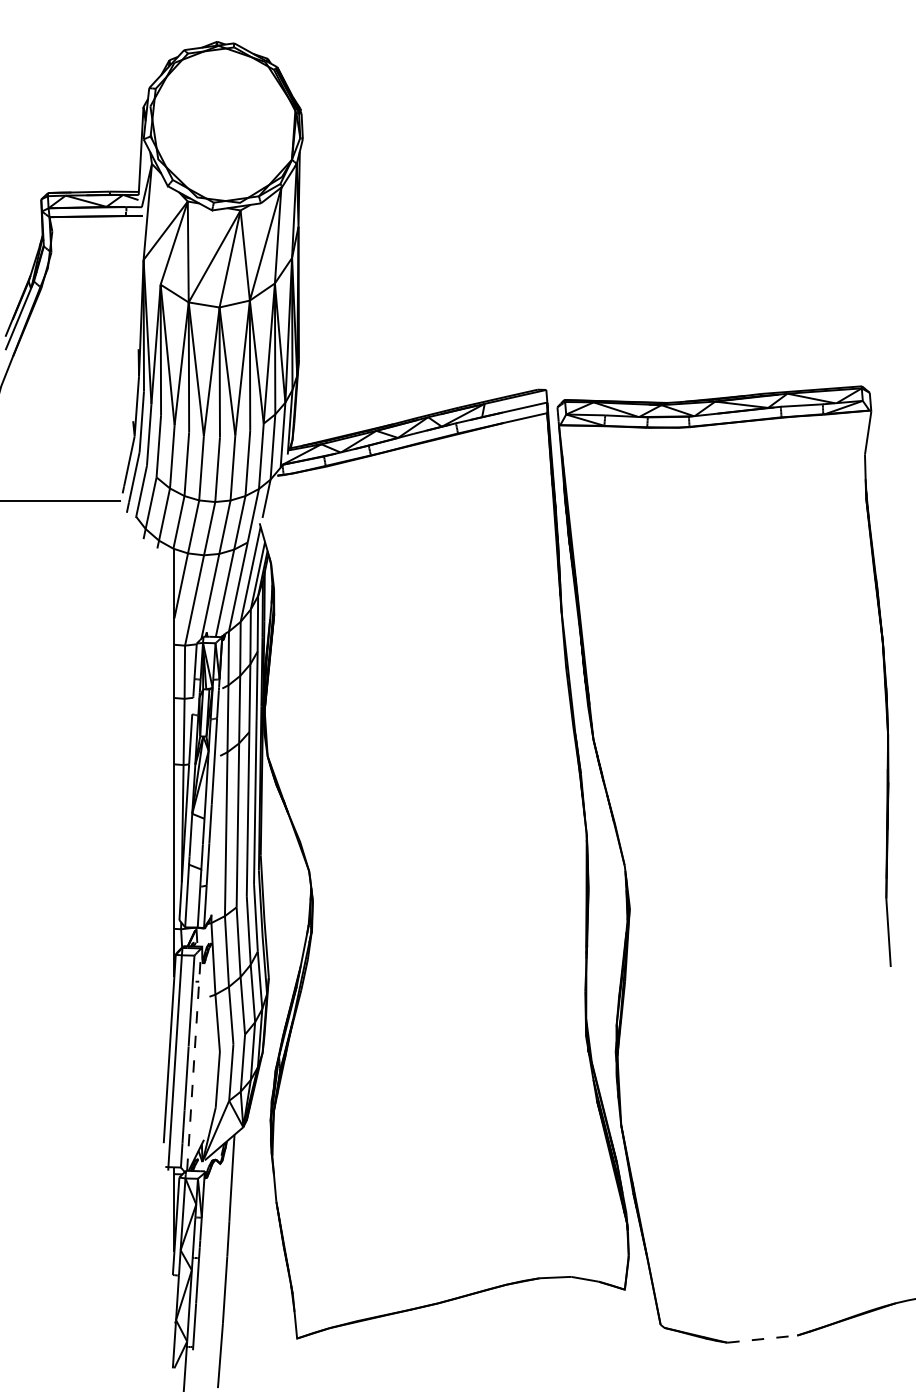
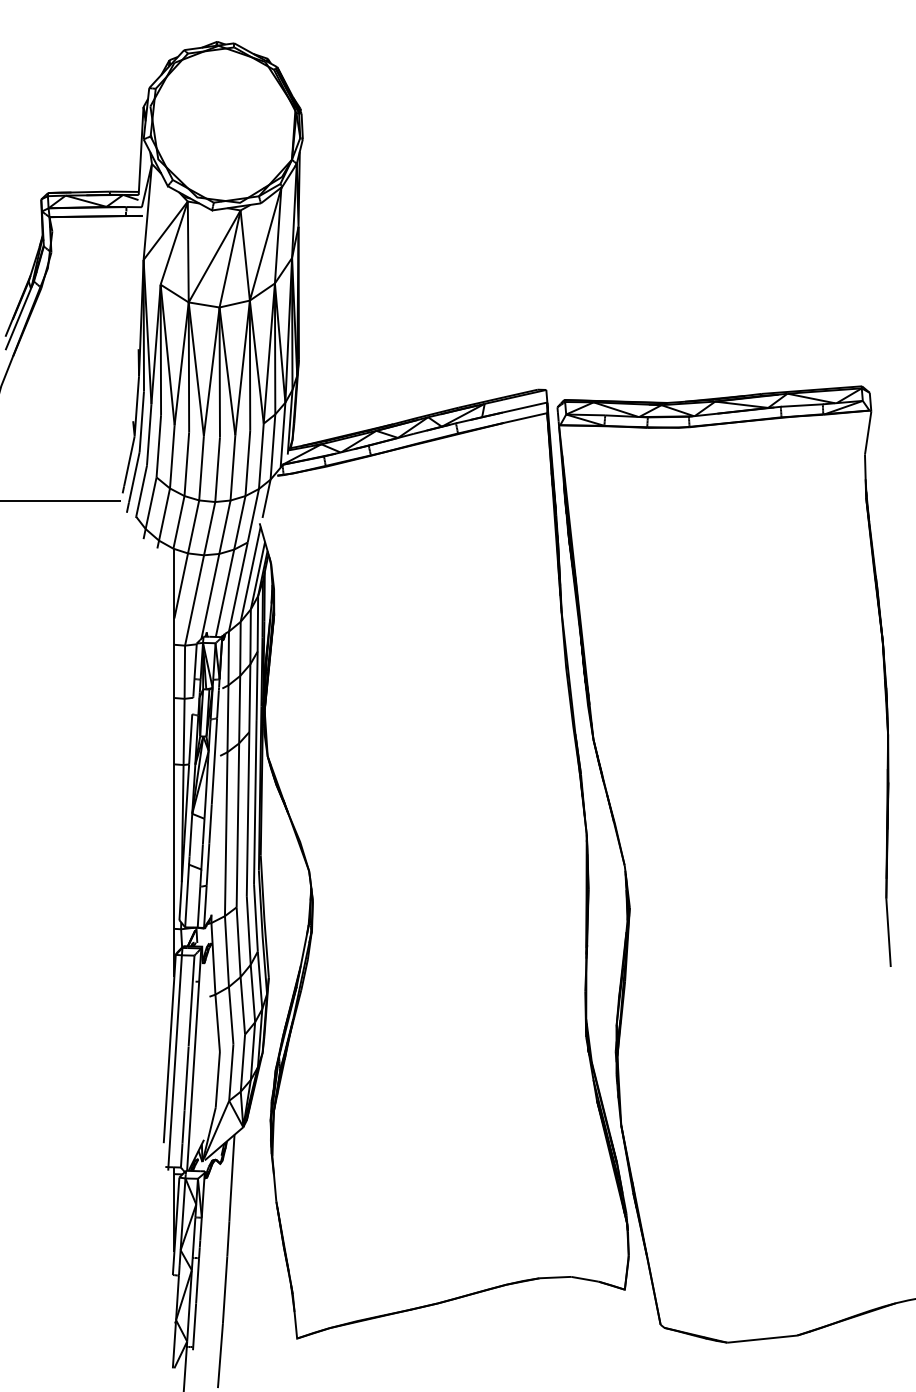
line at (194, 1058): dashed -> solid
line at (762, 1339): dashed -> solid
